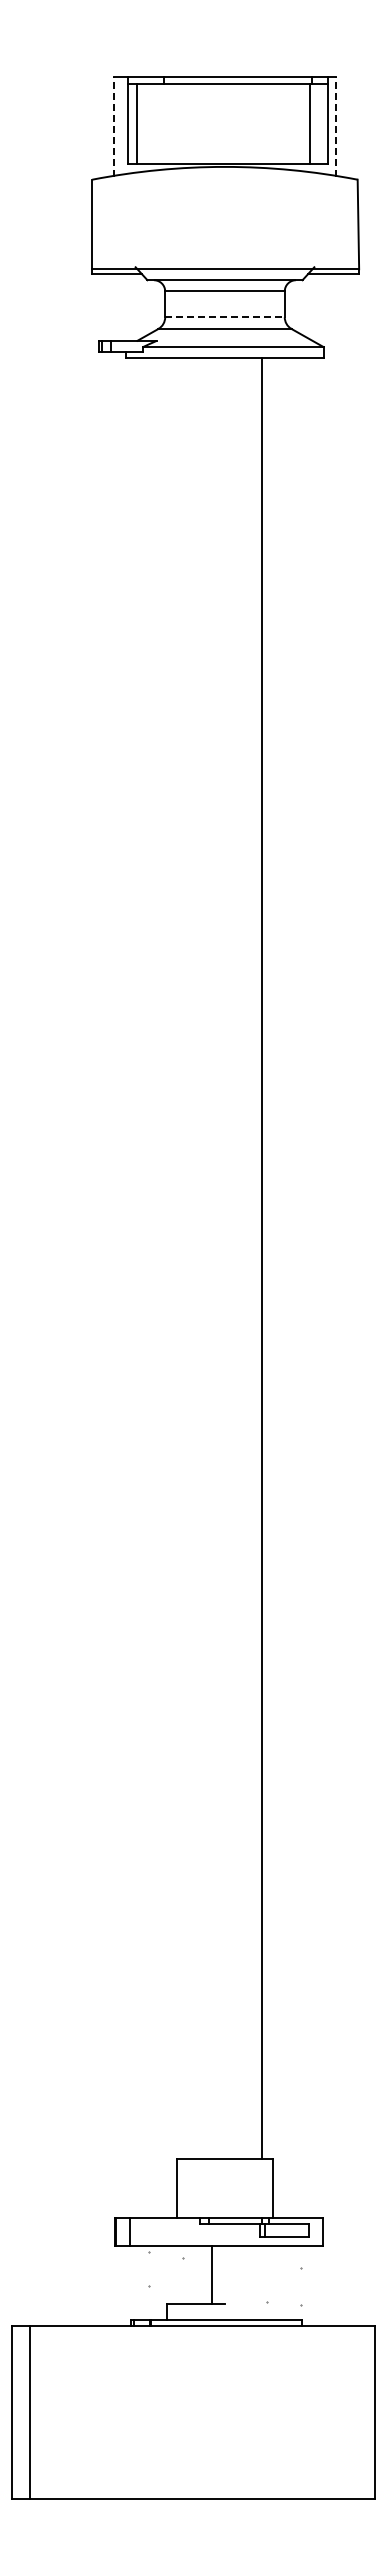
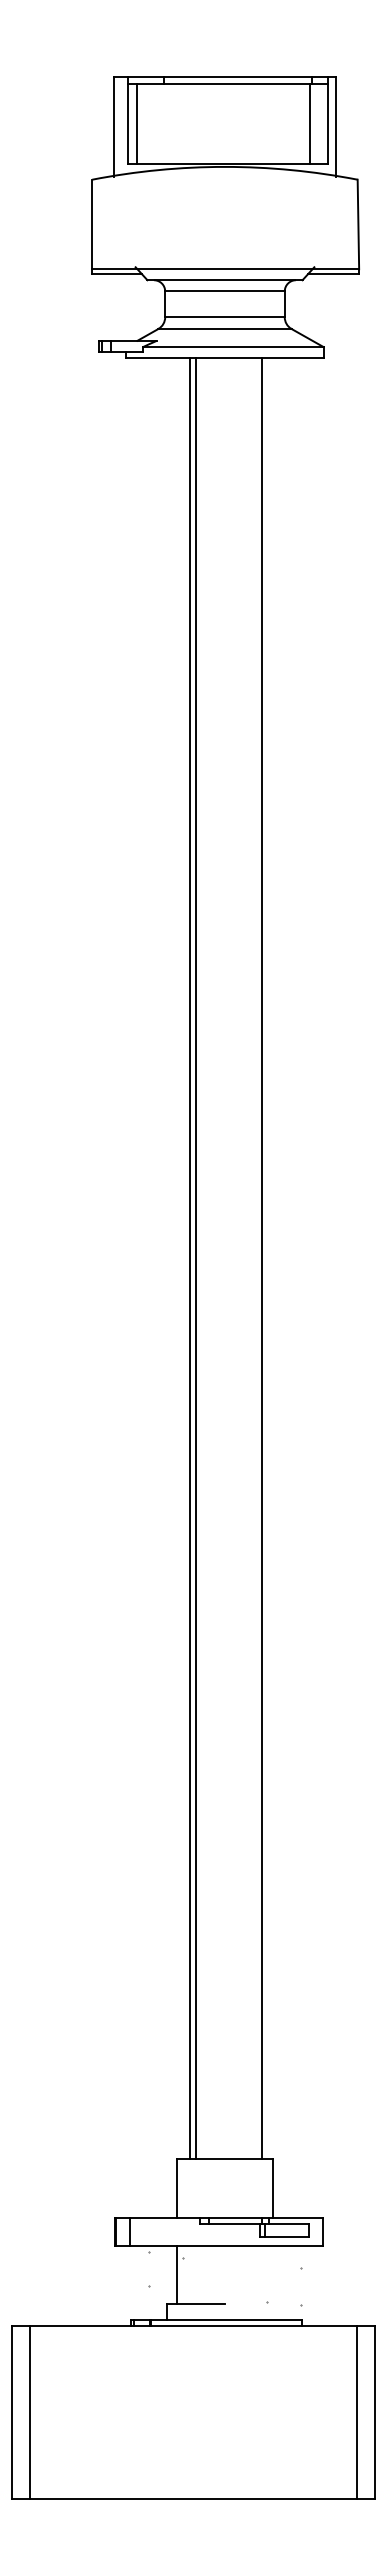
line at (114, 127): dashed -> solid
line at (335, 127): dashed -> solid
line at (224, 317): dashed -> solid
line at (189, 1258): none -> present
line at (196, 1258): none -> present
line at (211, 2274) position: (211, 2274) -> (176, 2274)
line at (357, 2411): none -> present
